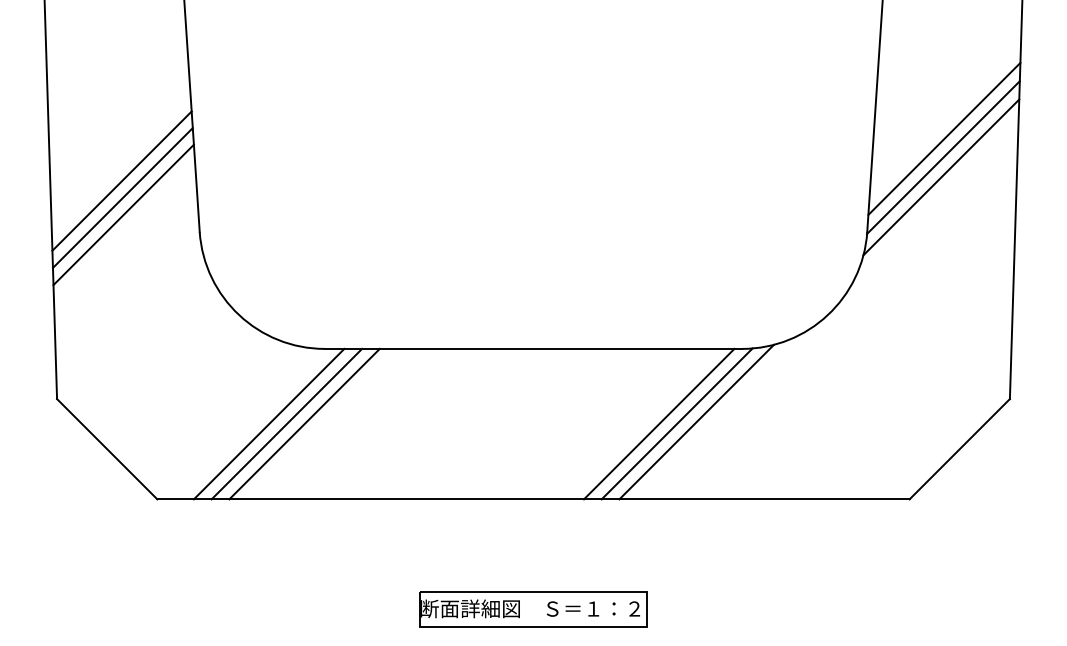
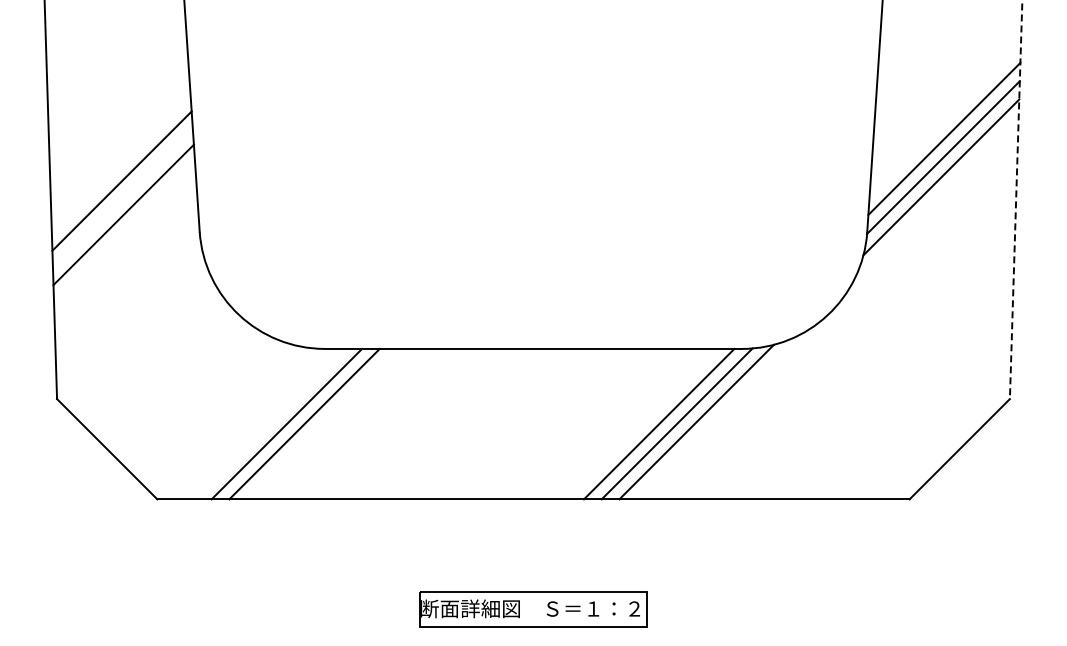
line at (122, 197): present -> none
line at (1016, 200): solid -> dashed
line at (268, 423): present -> none
